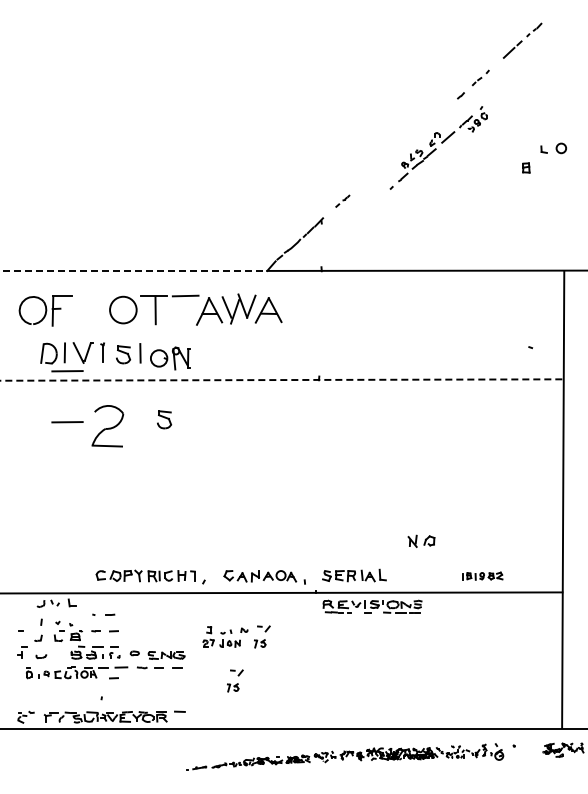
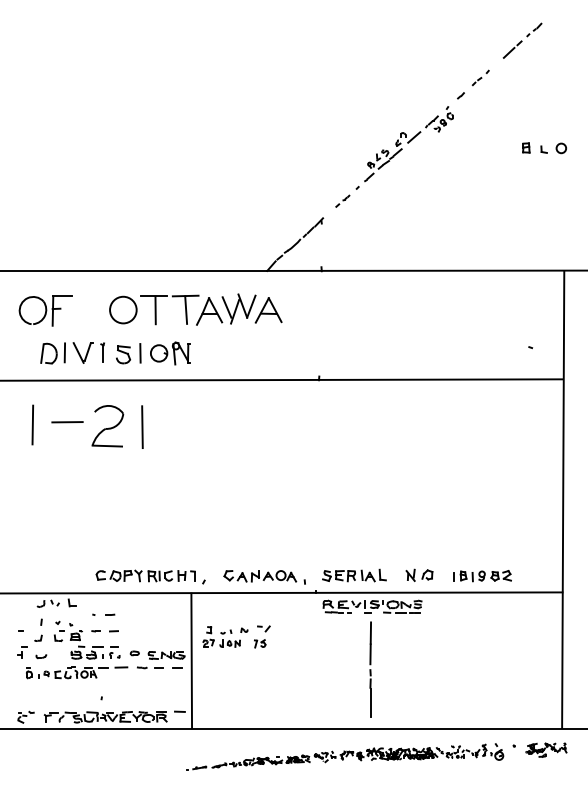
part at (438, 147) position: (438, 147) -> (404, 147)
part at (526, 167) position: (526, 167) -> (526, 147)
line at (134, 270): dashed -> solid
line at (186, 309): none -> present
part at (170, 358) position: (170, 358) -> (170, 353)
line at (67, 371): present -> none
line at (281, 380): dashed -> solid
part at (164, 419): present -> none
line at (32, 424): none -> present
line at (142, 427): none -> present
part at (421, 540) position: (421, 540) -> (419, 574)
part at (482, 575) size: 42x10 px -> 59x13 px
line at (191, 660): none -> present
line at (370, 669): none -> present
line at (113, 678): present -> none
part at (235, 680): present -> none
part at (563, 749) position: (563, 749) -> (546, 749)
